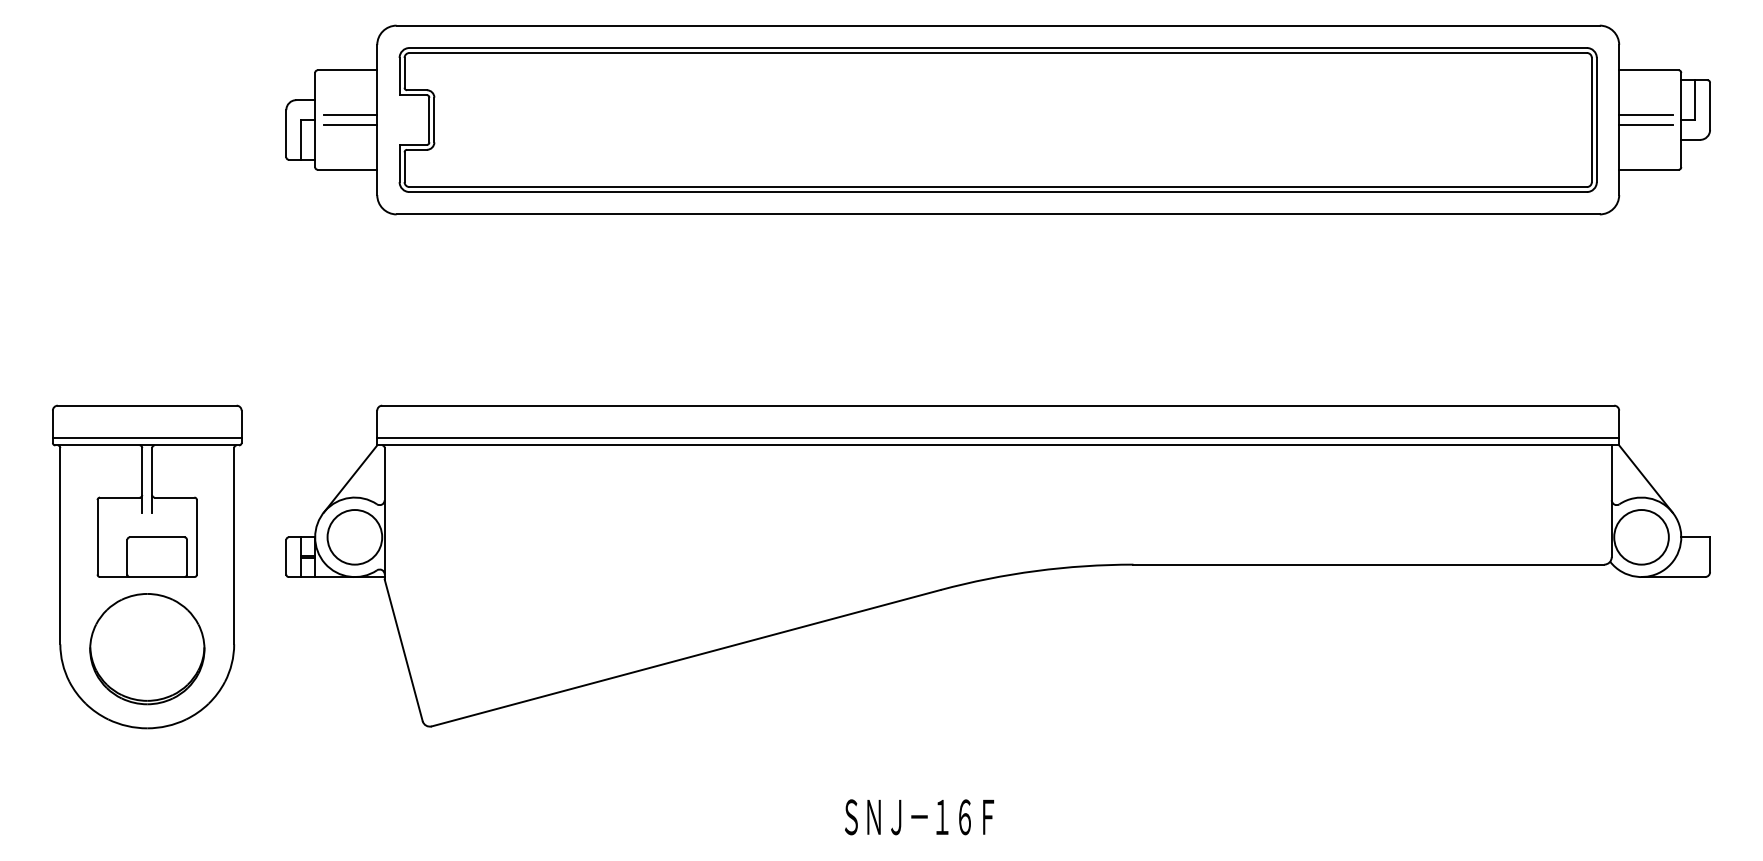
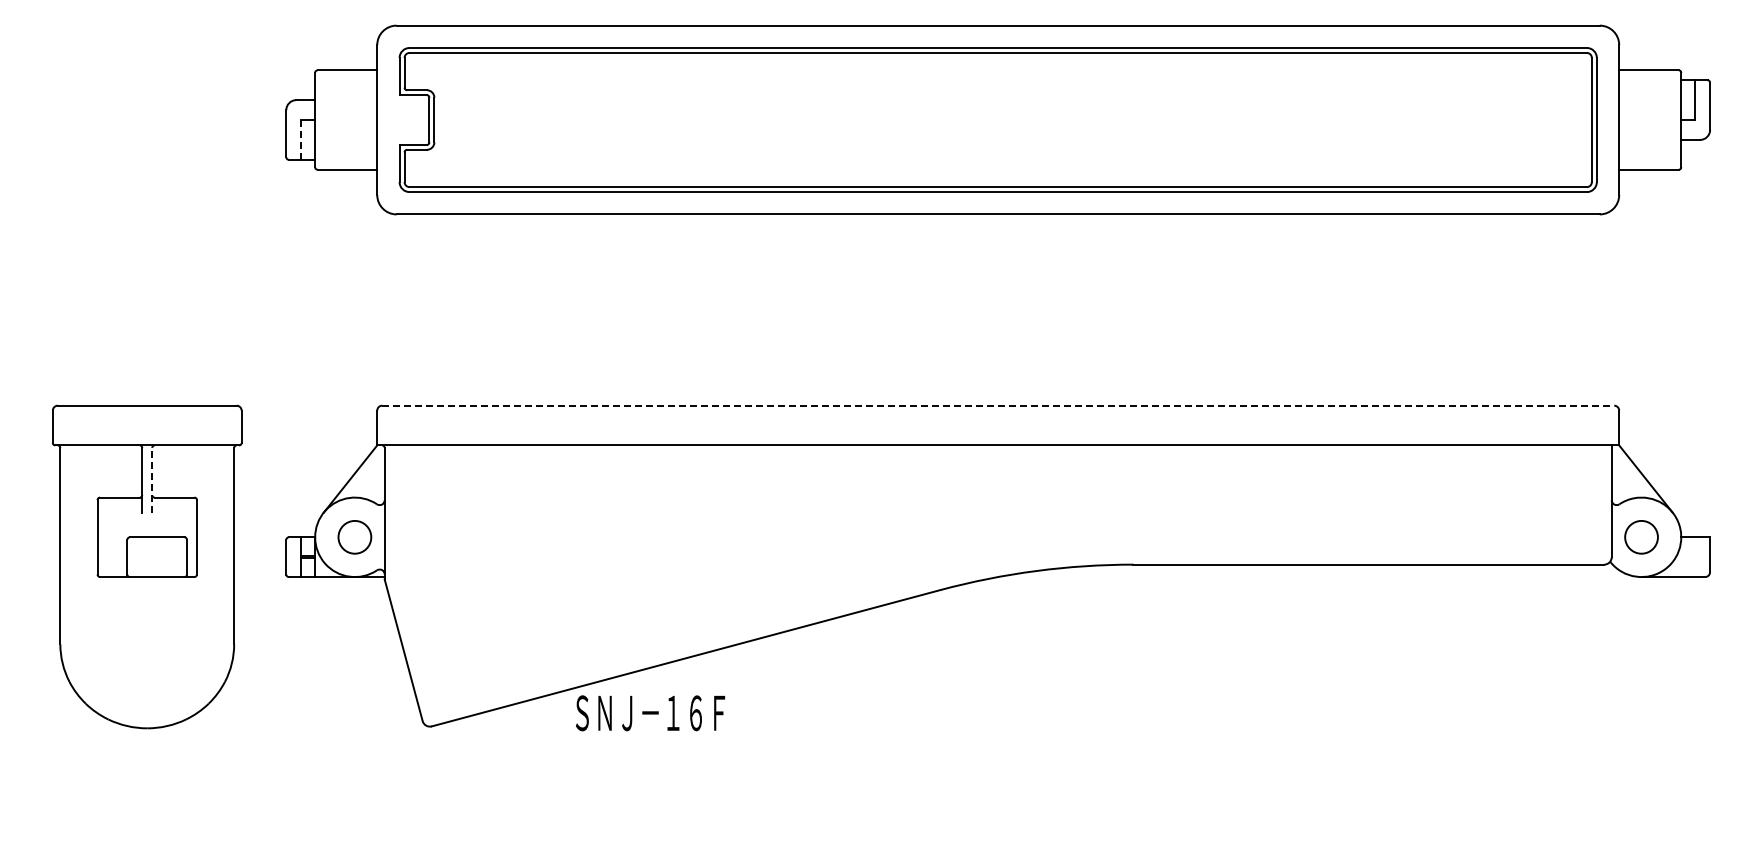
line at (350, 115): present -> none
line at (1645, 115): present -> none
line at (350, 125): present -> none
line at (1645, 125): present -> none
line at (301, 139): solid -> dashed
line at (998, 405): solid -> dashed
line at (146, 437): present -> none
line at (998, 437): present -> none
line at (152, 479): solid -> dashed
circle at (354, 537) diameter: 55 px -> 33 px
circle at (1641, 537) diameter: 55 px -> 33 px
part at (147, 649): present -> none
text at (919, 817) position: (919, 817) -> (650, 713)
